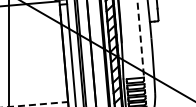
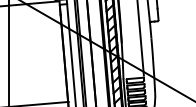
line at (140, 37): dashed -> solid
line at (39, 104): dashed -> solid
